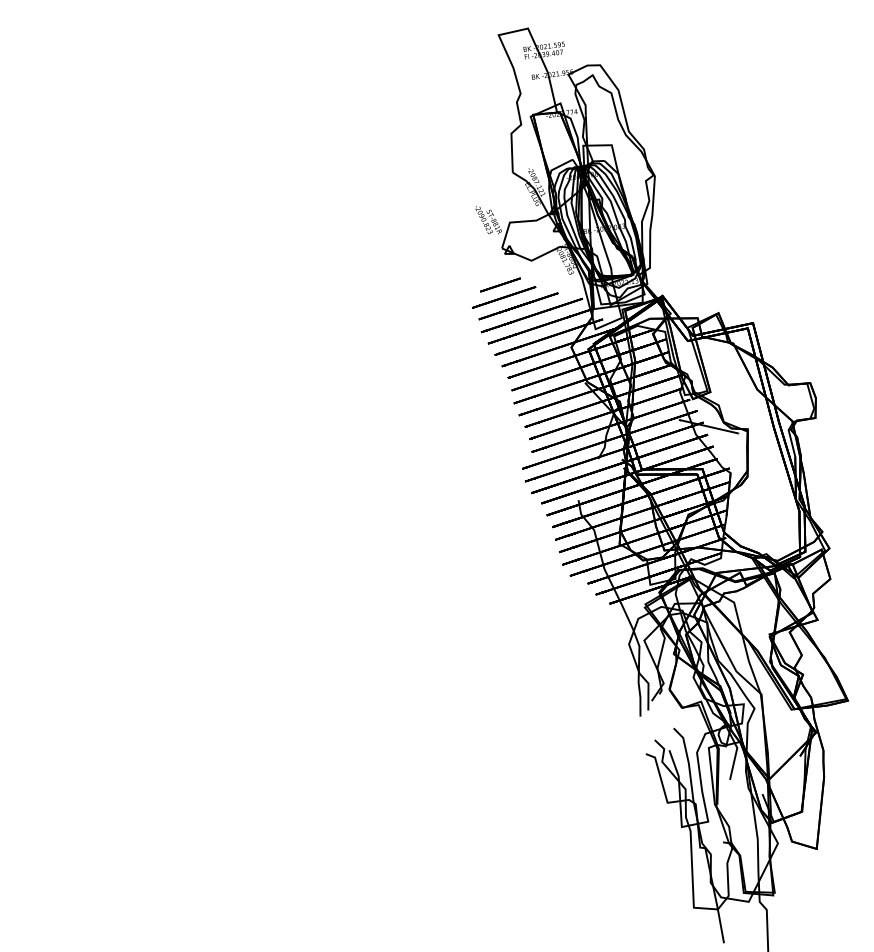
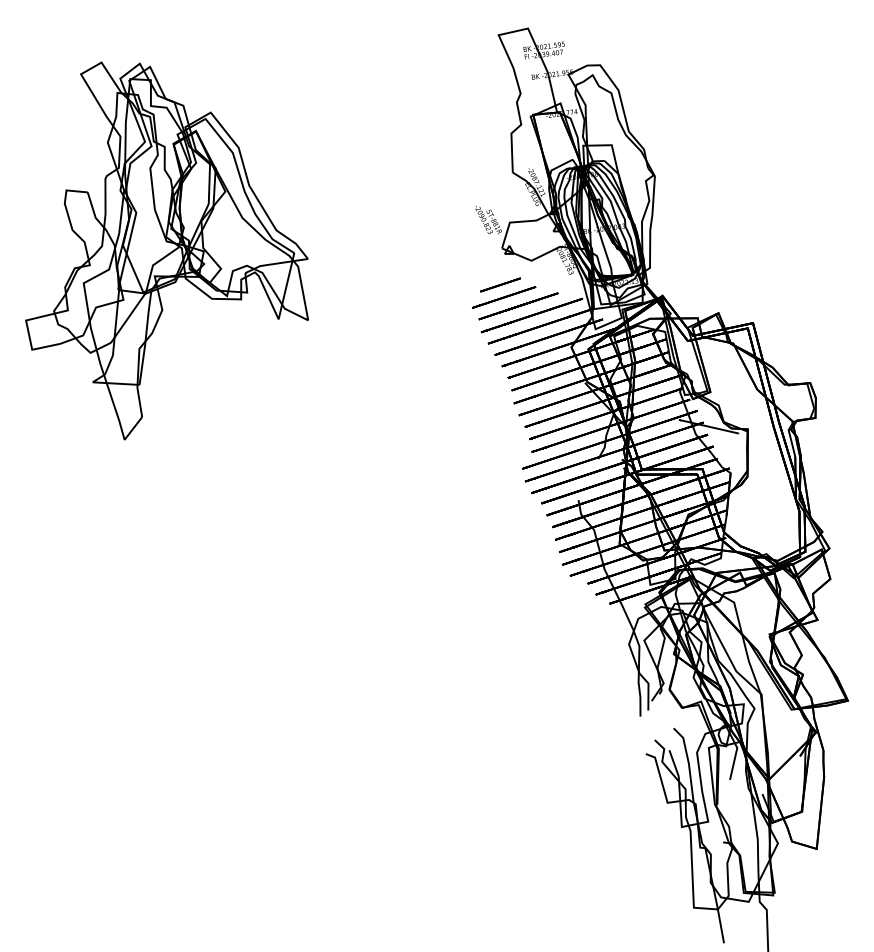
part at (166, 250): none -> present
